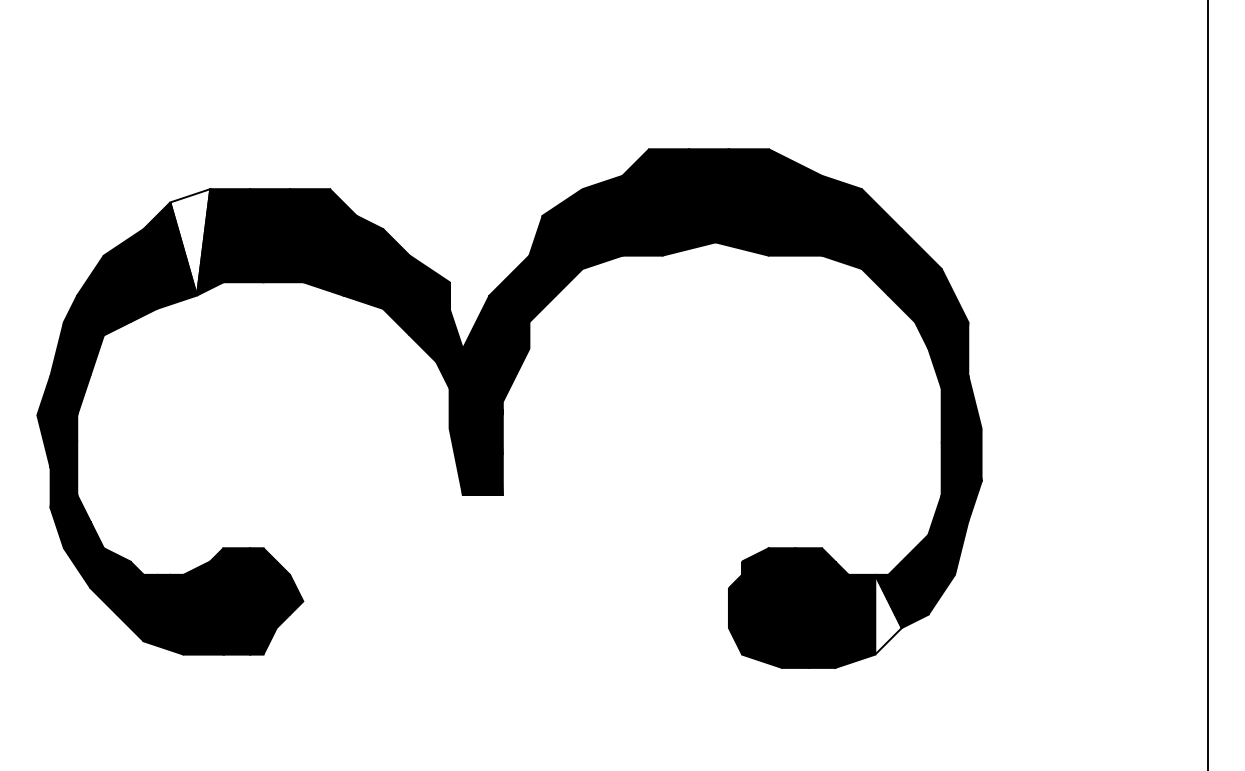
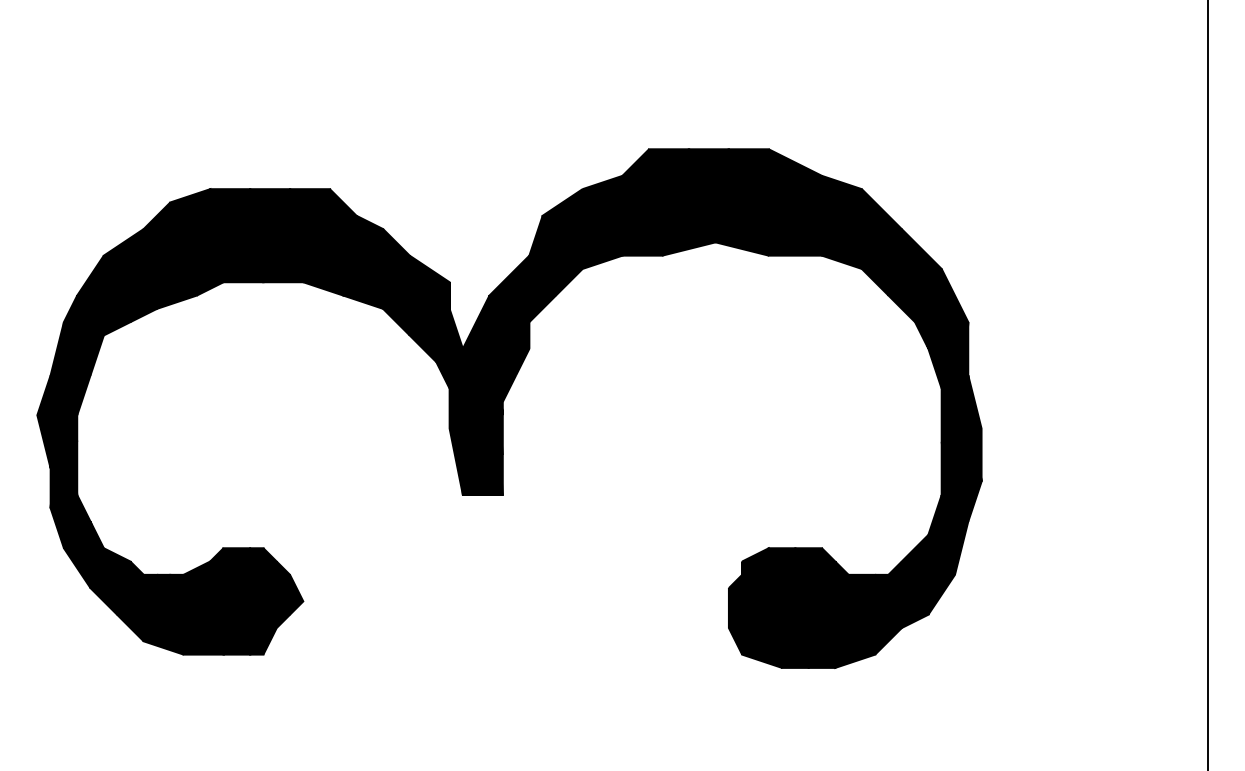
fill at (190, 242): none -> present
fill at (888, 614): none -> present
